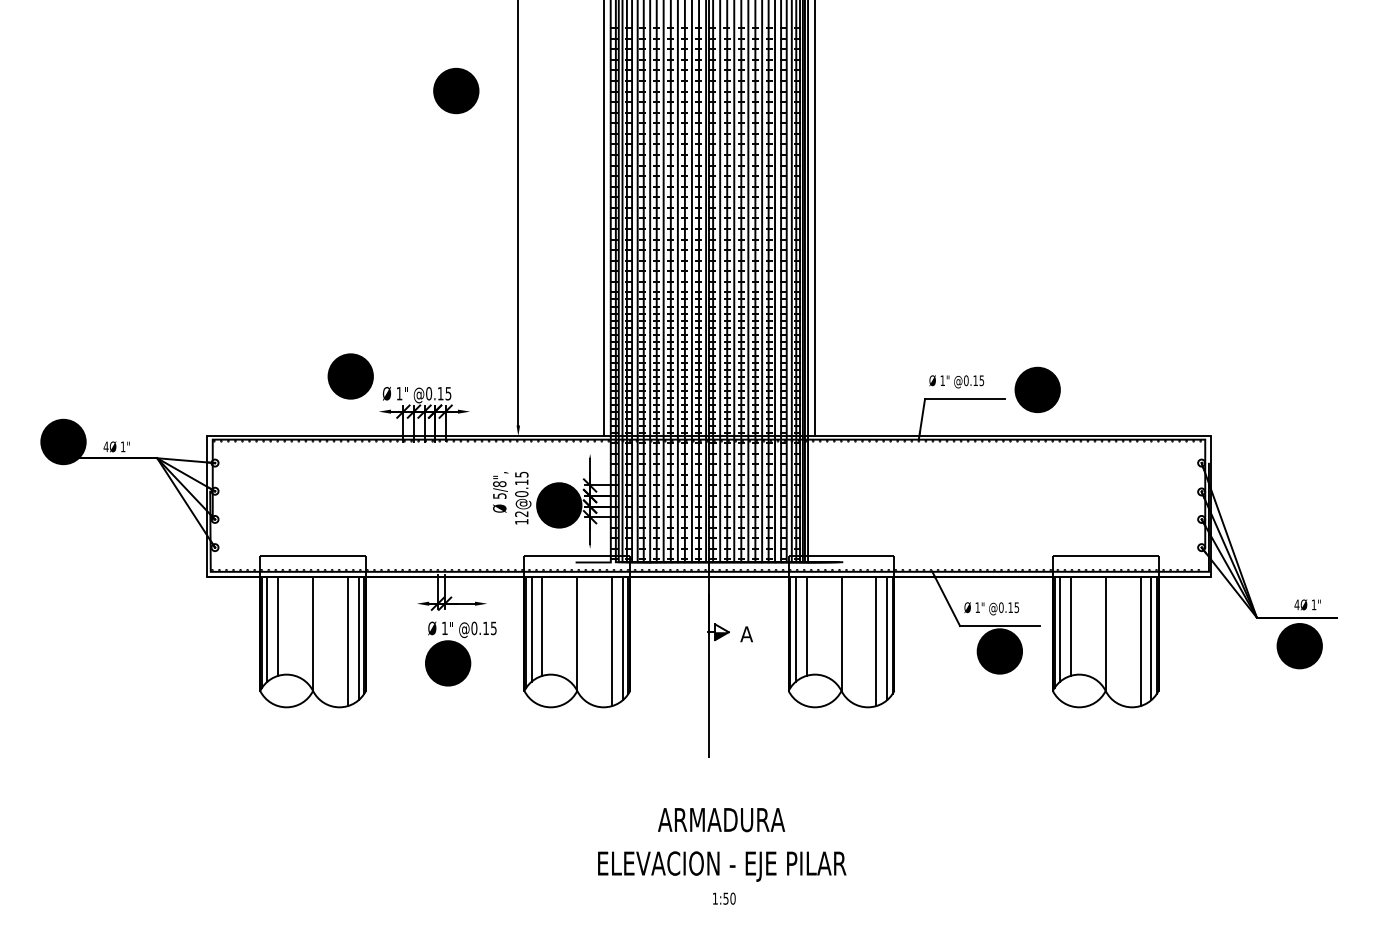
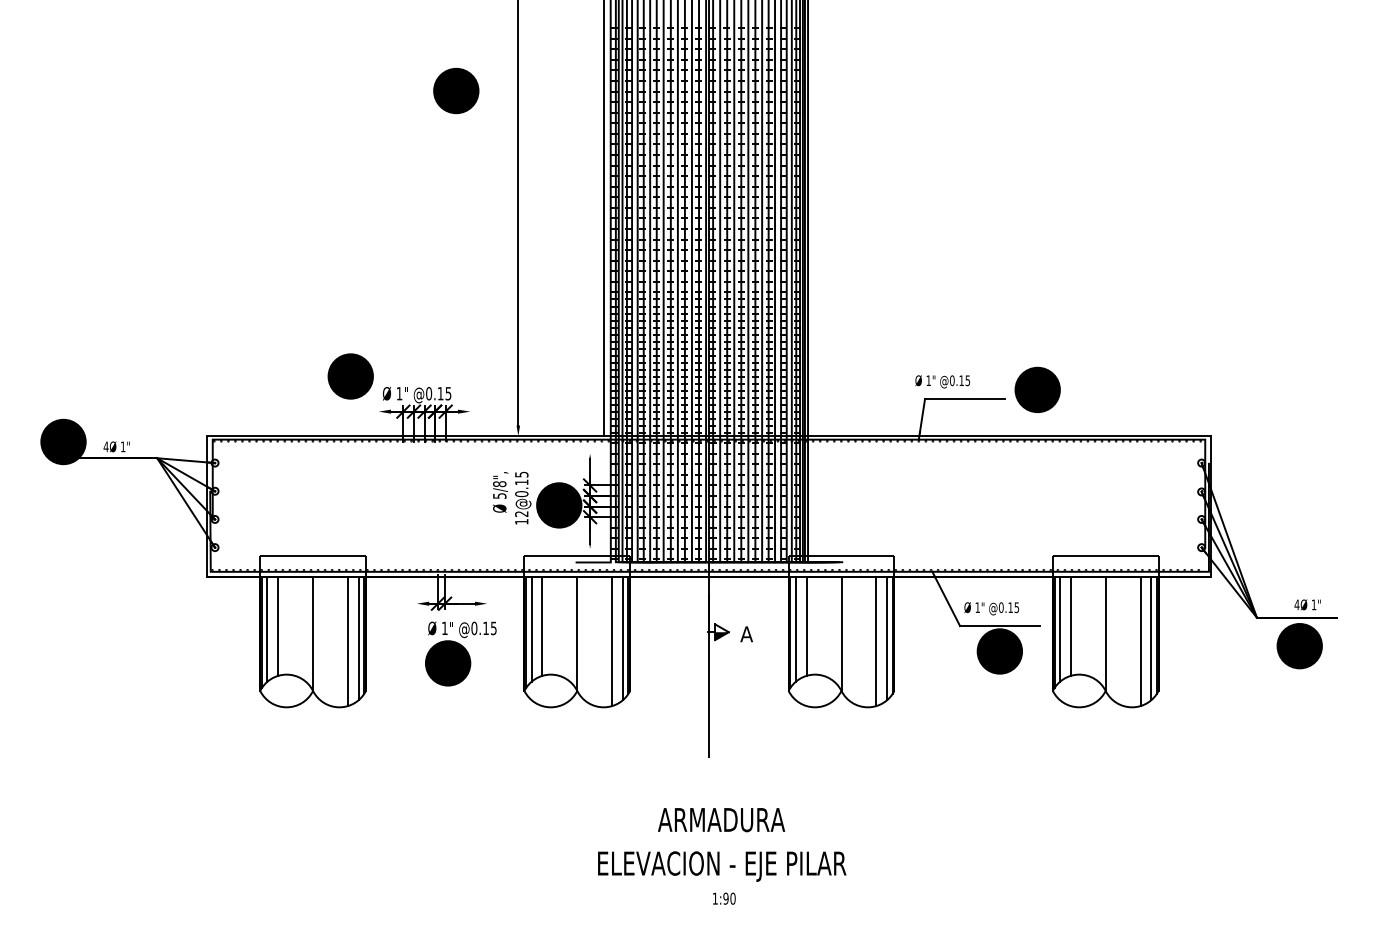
line at (815, 219): present -> none
text at (956, 381) position: (956, 381) -> (942, 381)
text at (725, 898): 1:50 -> 1:90
